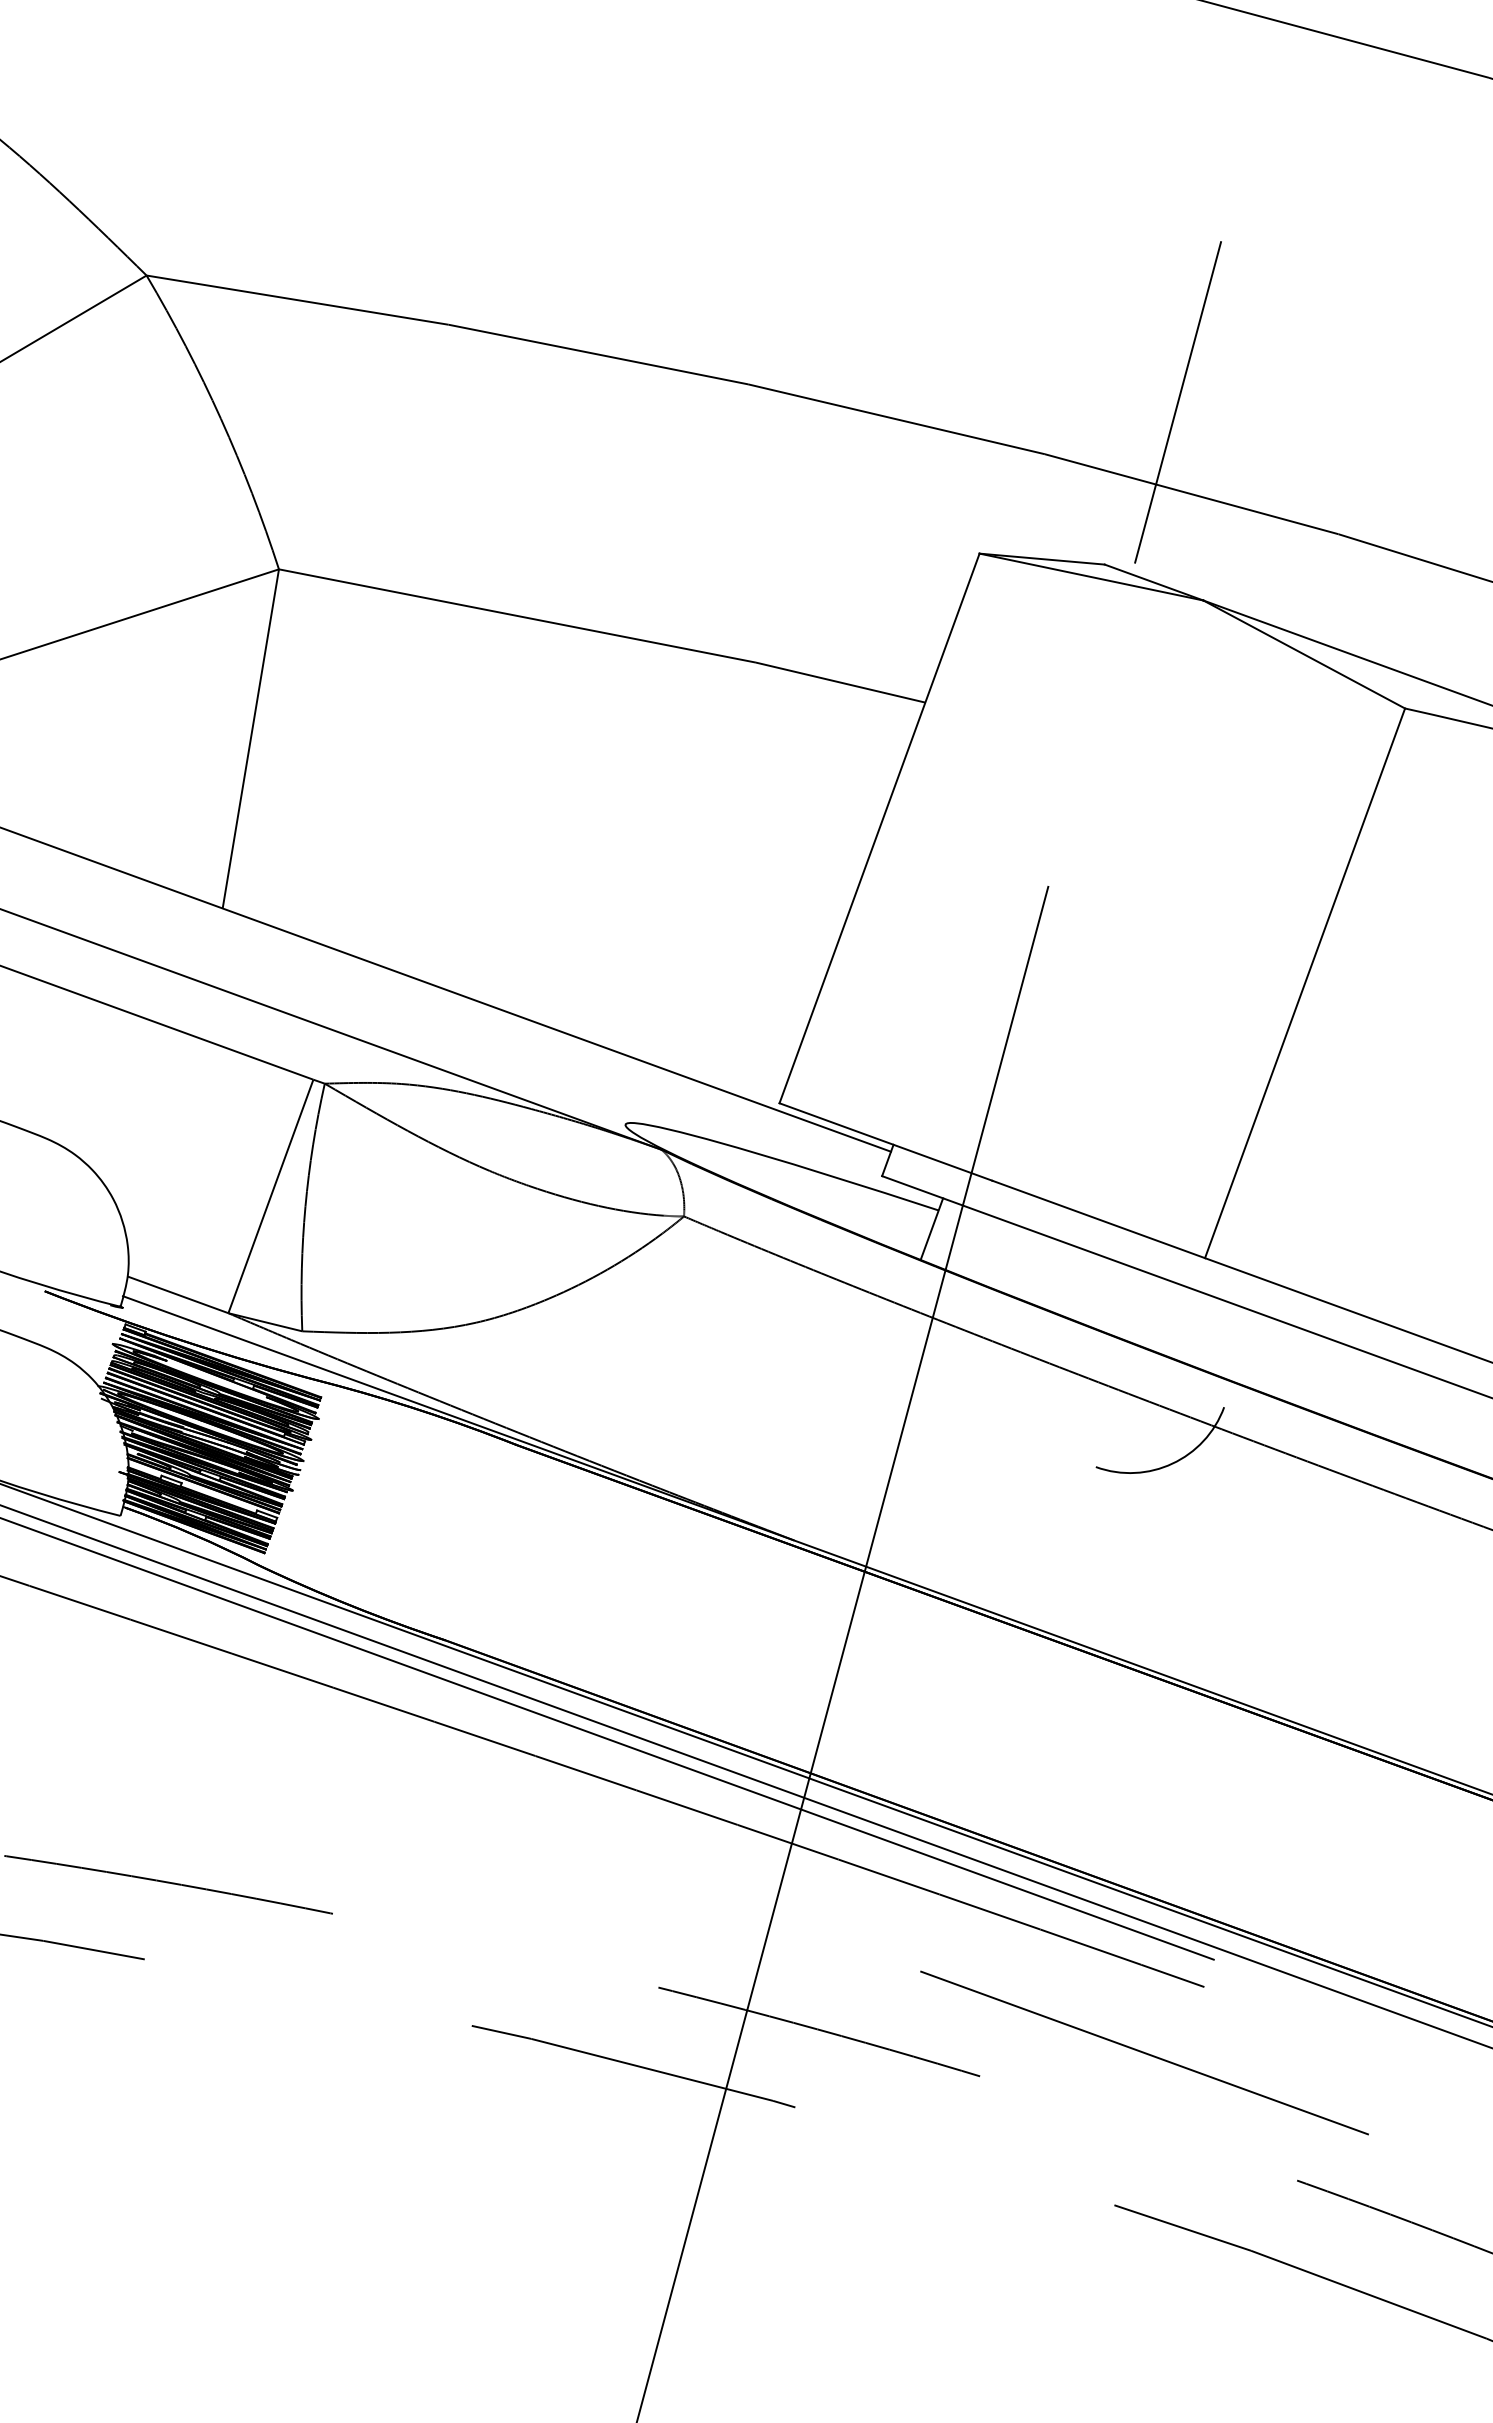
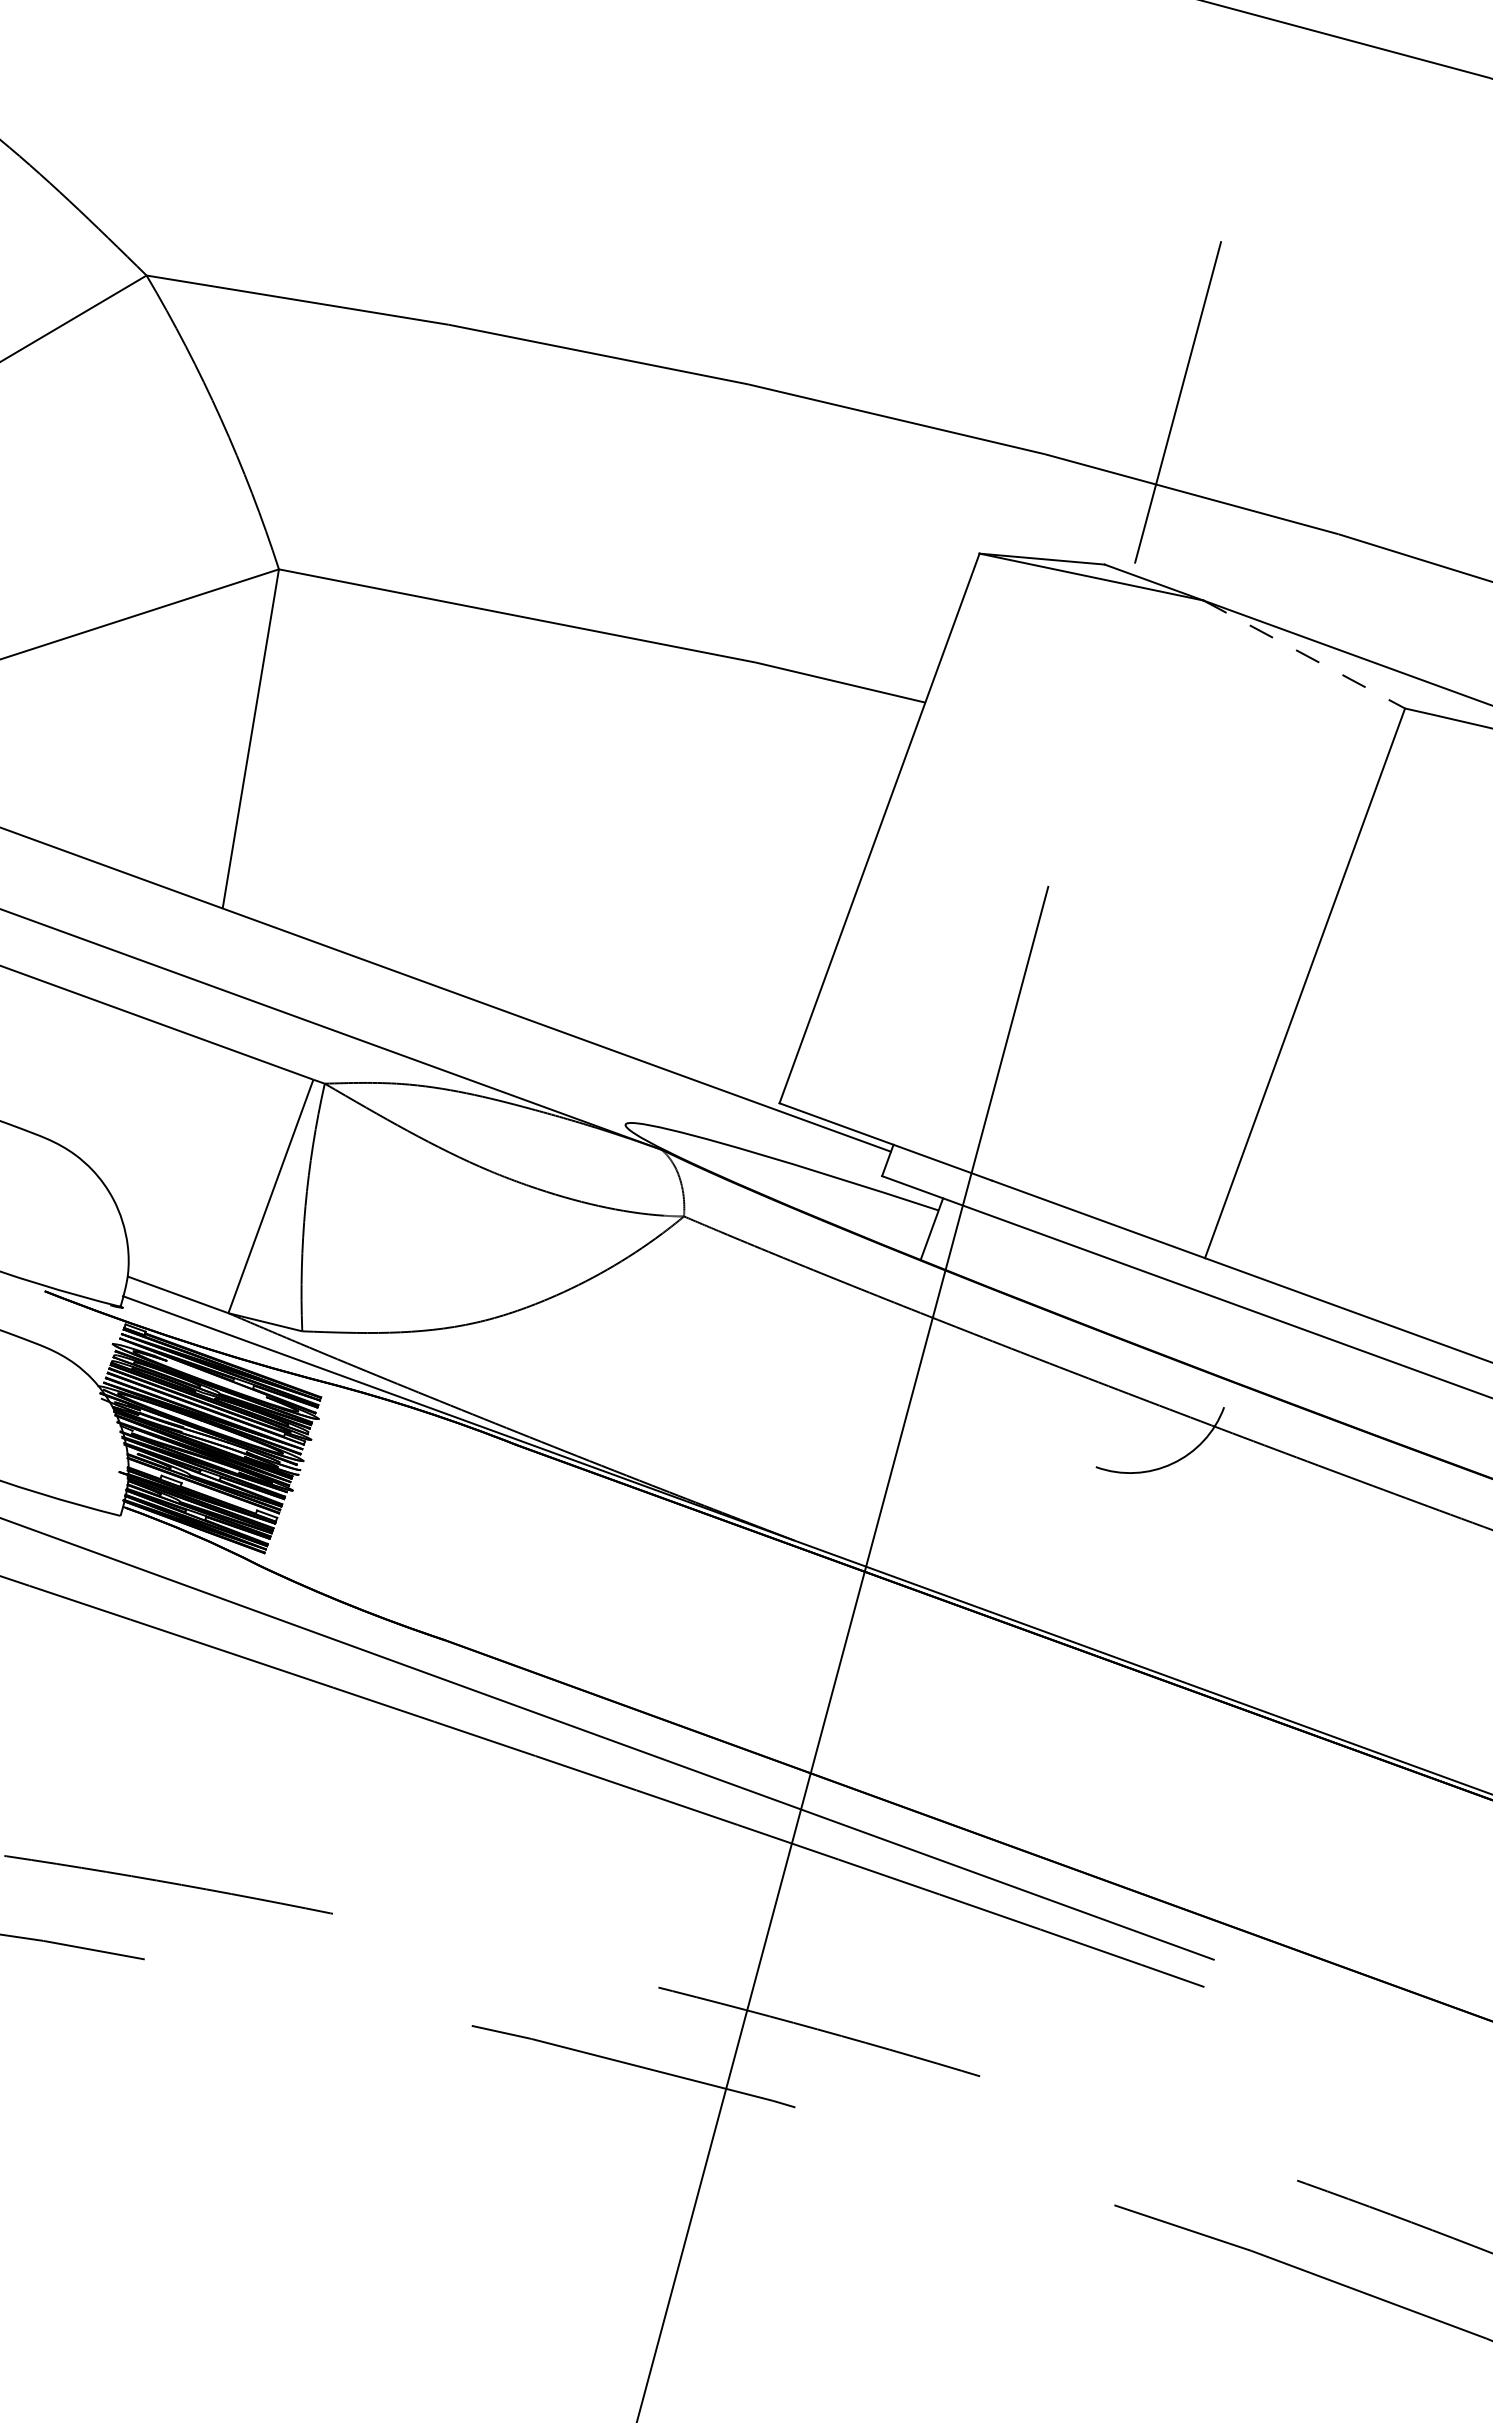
line at (1304, 654): solid -> dashed
line at (745, 1754): present -> none
line at (745, 1776): present -> none
line at (1144, 2052): present -> none
